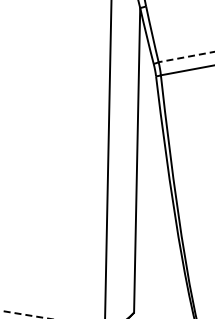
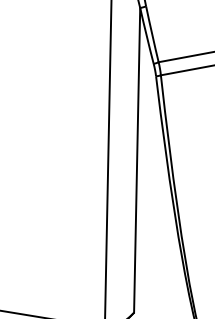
line at (186, 57): dashed -> solid
line at (26, 314): dashed -> solid
